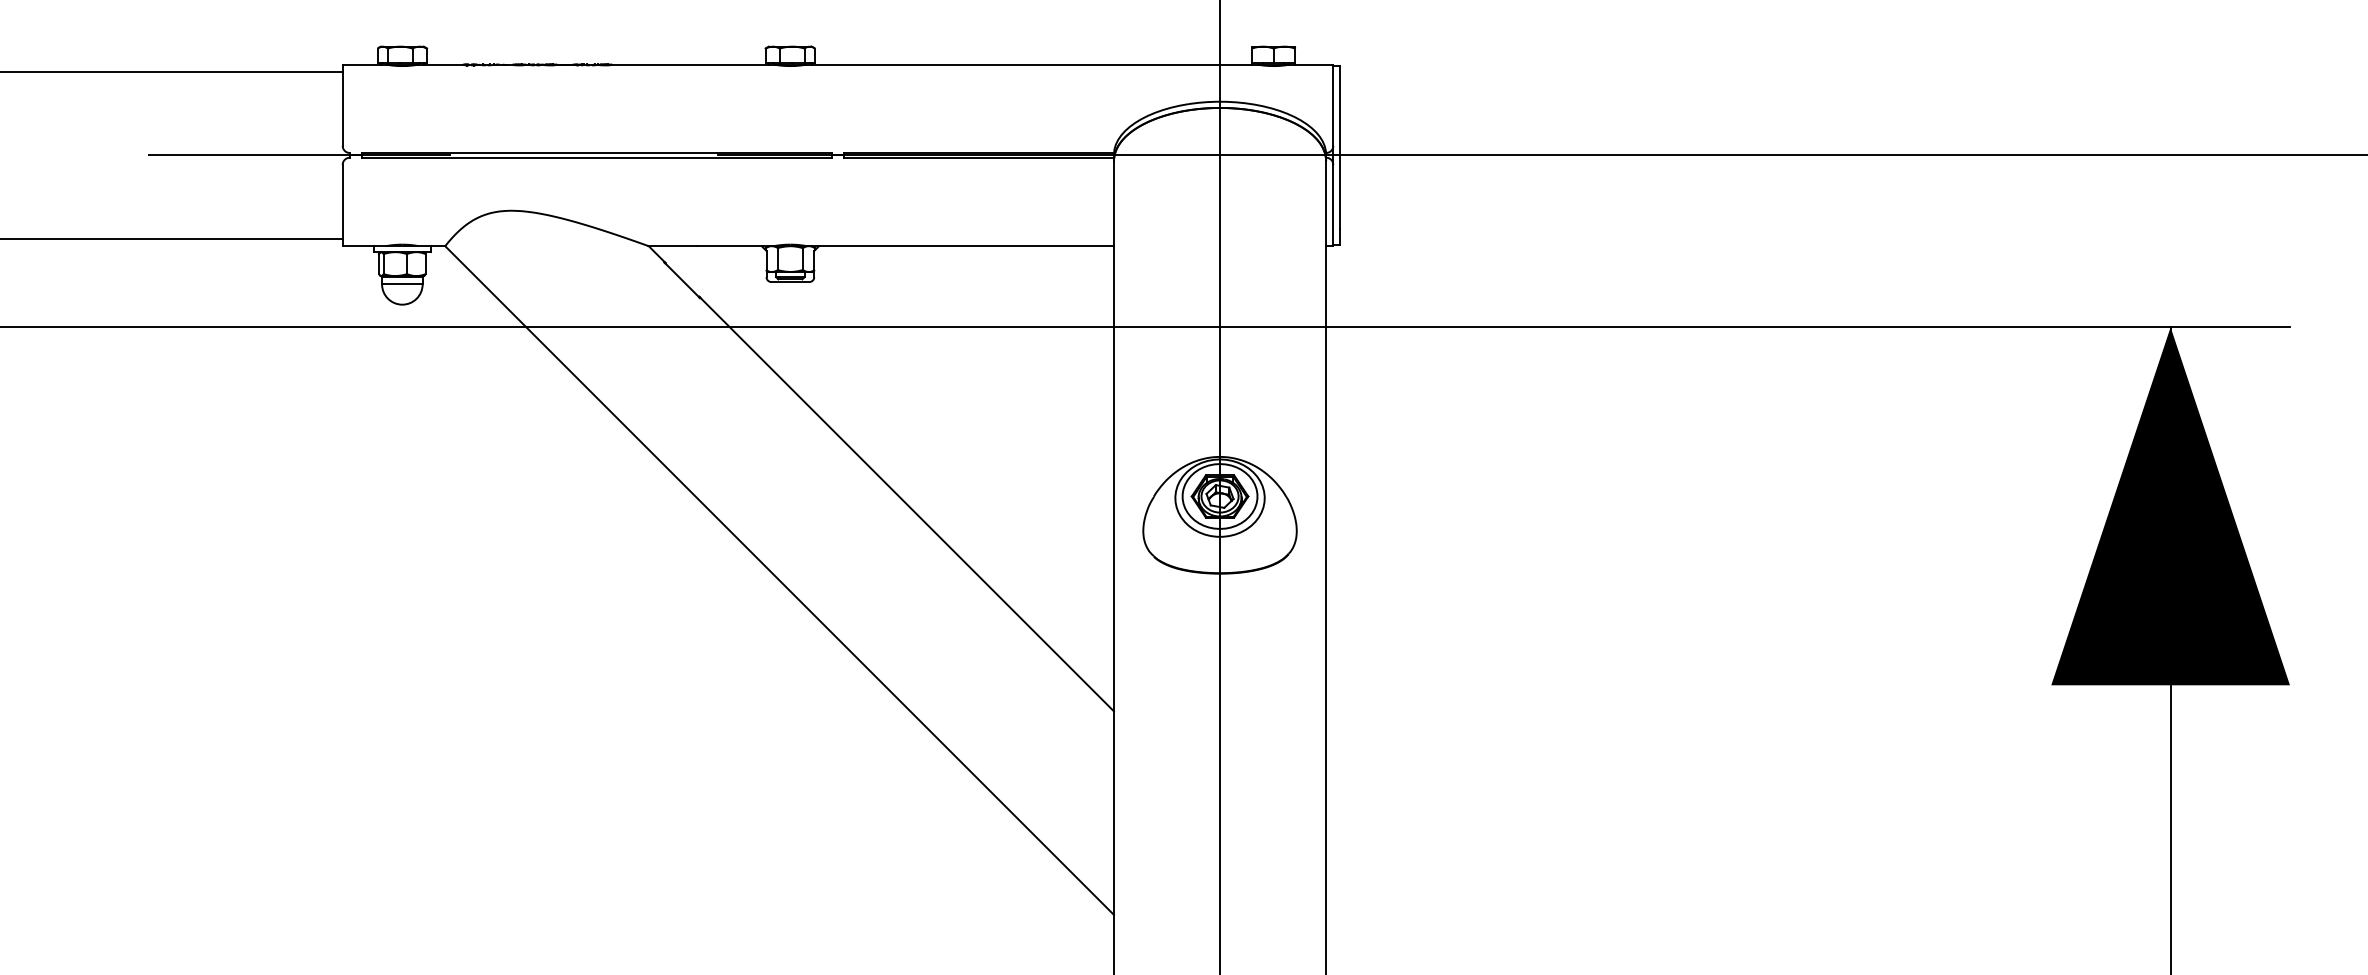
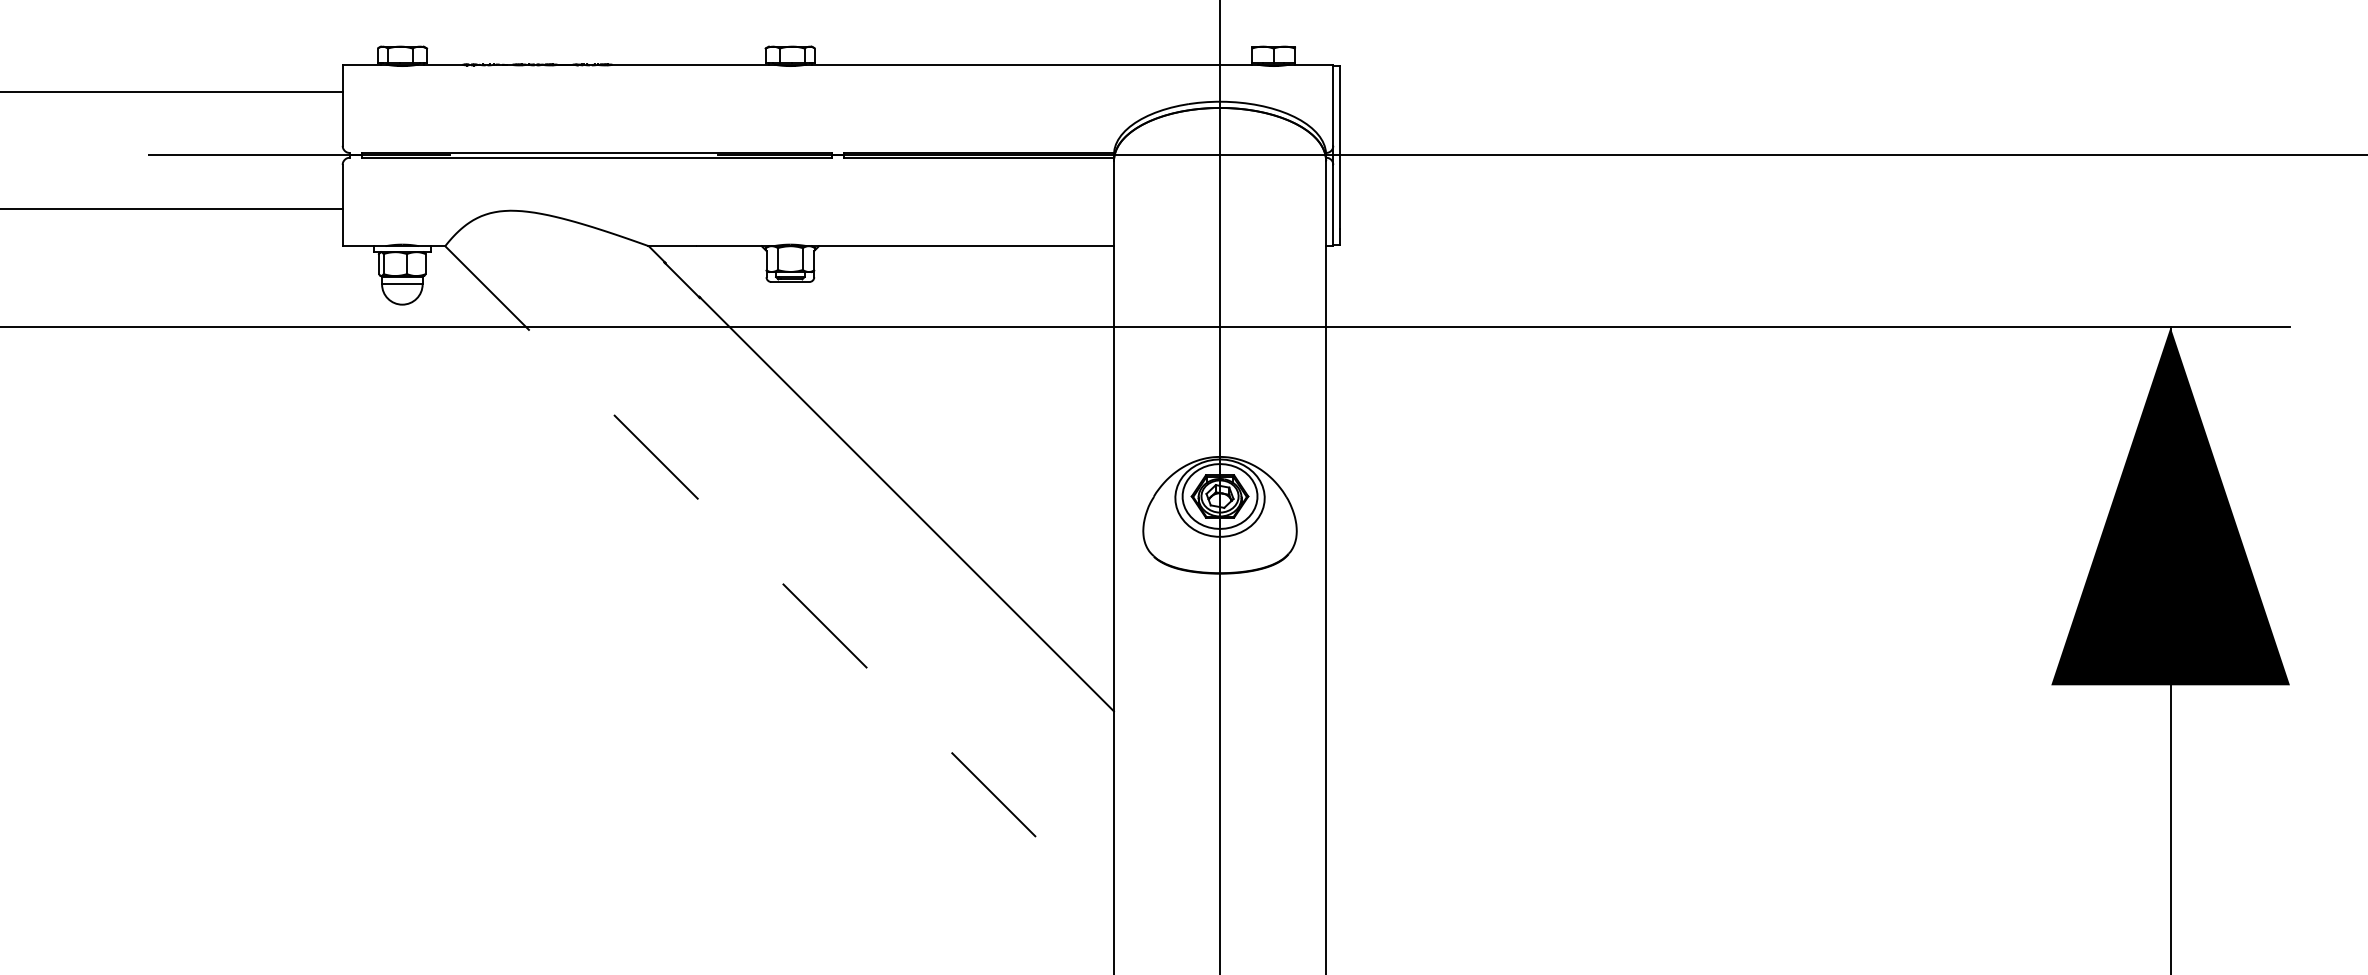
line at (172, 71) position: (172, 71) -> (172, 91)
line at (172, 238) position: (172, 238) -> (172, 208)
line at (779, 580): solid -> dashed
